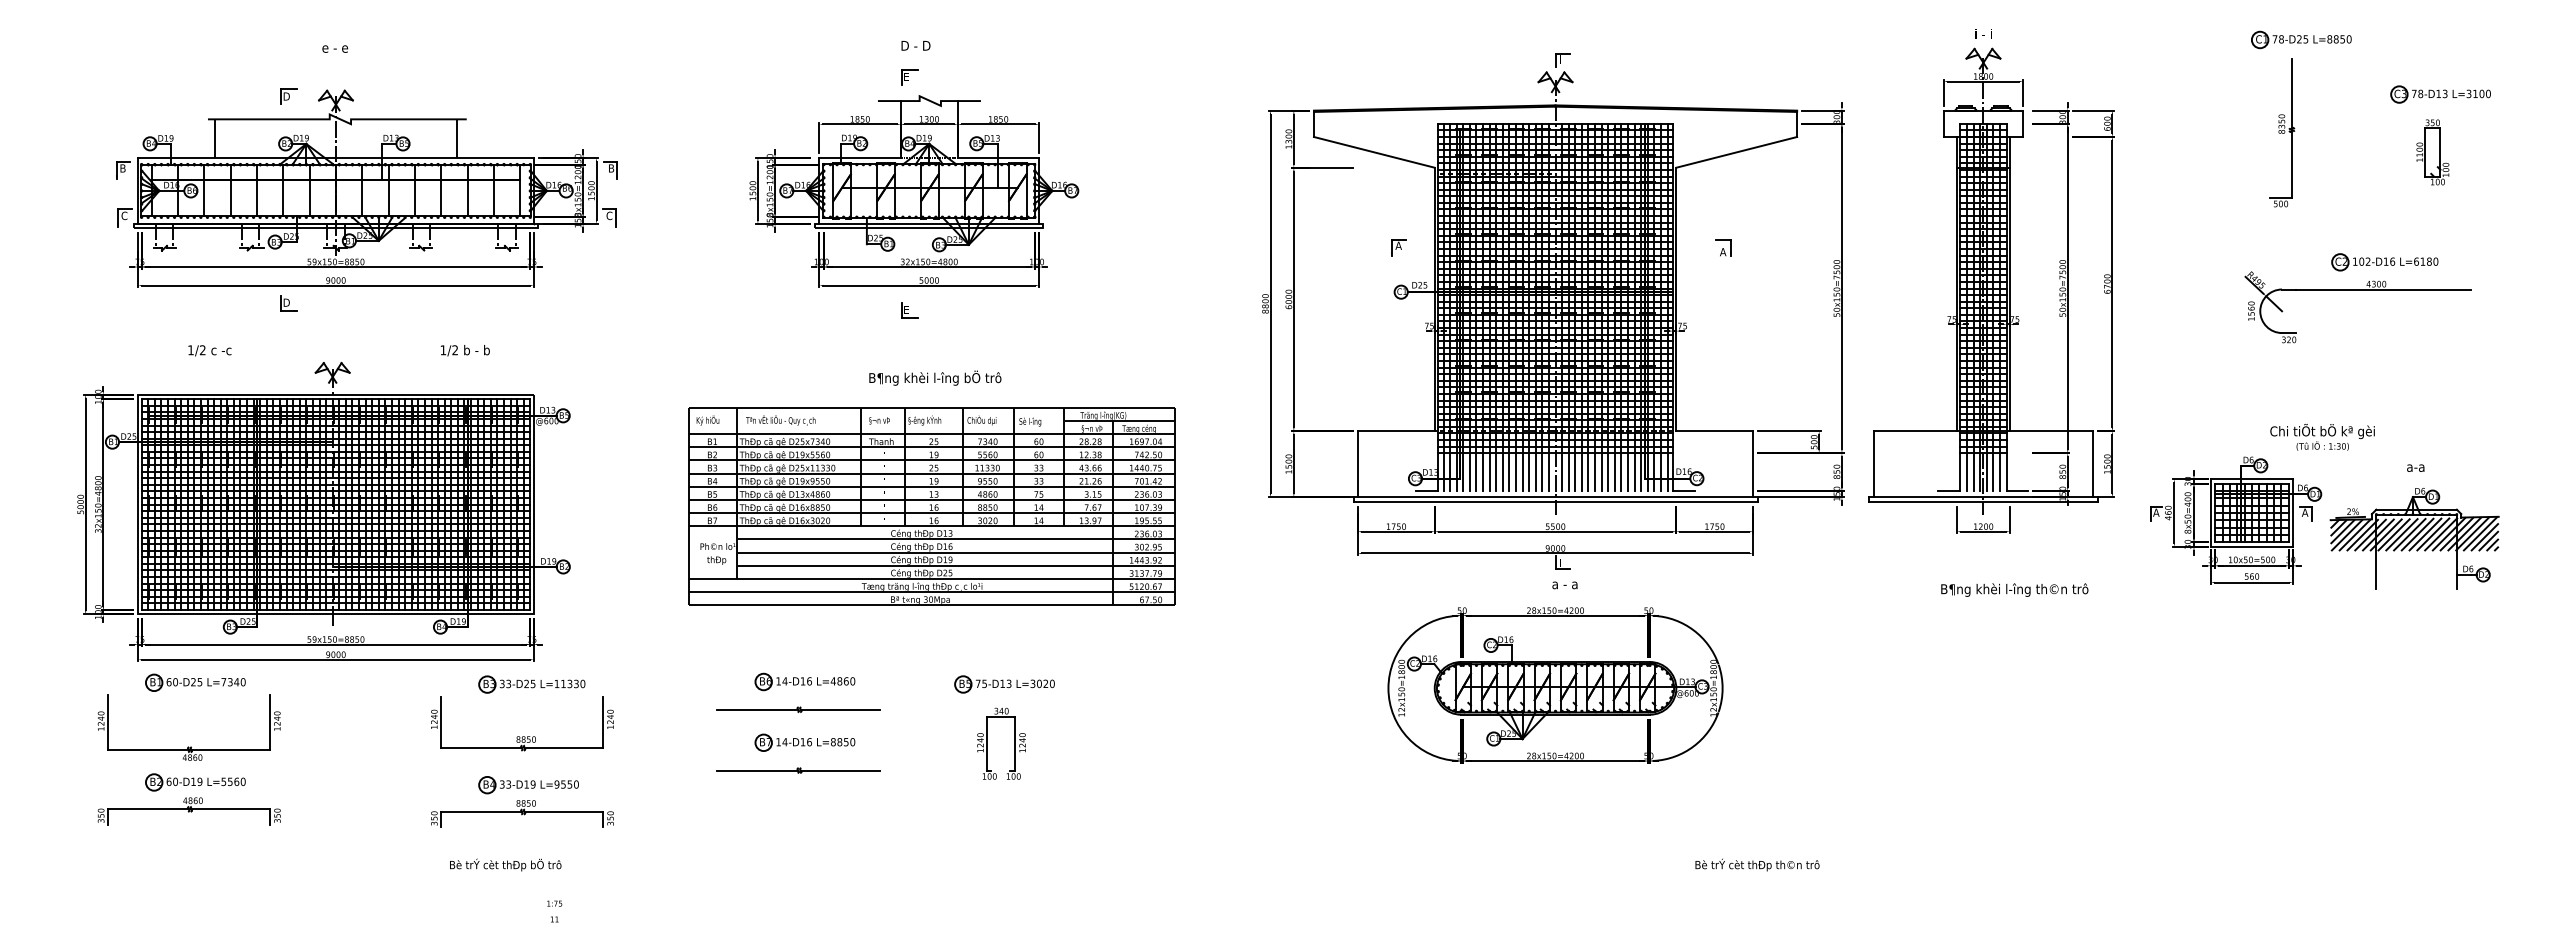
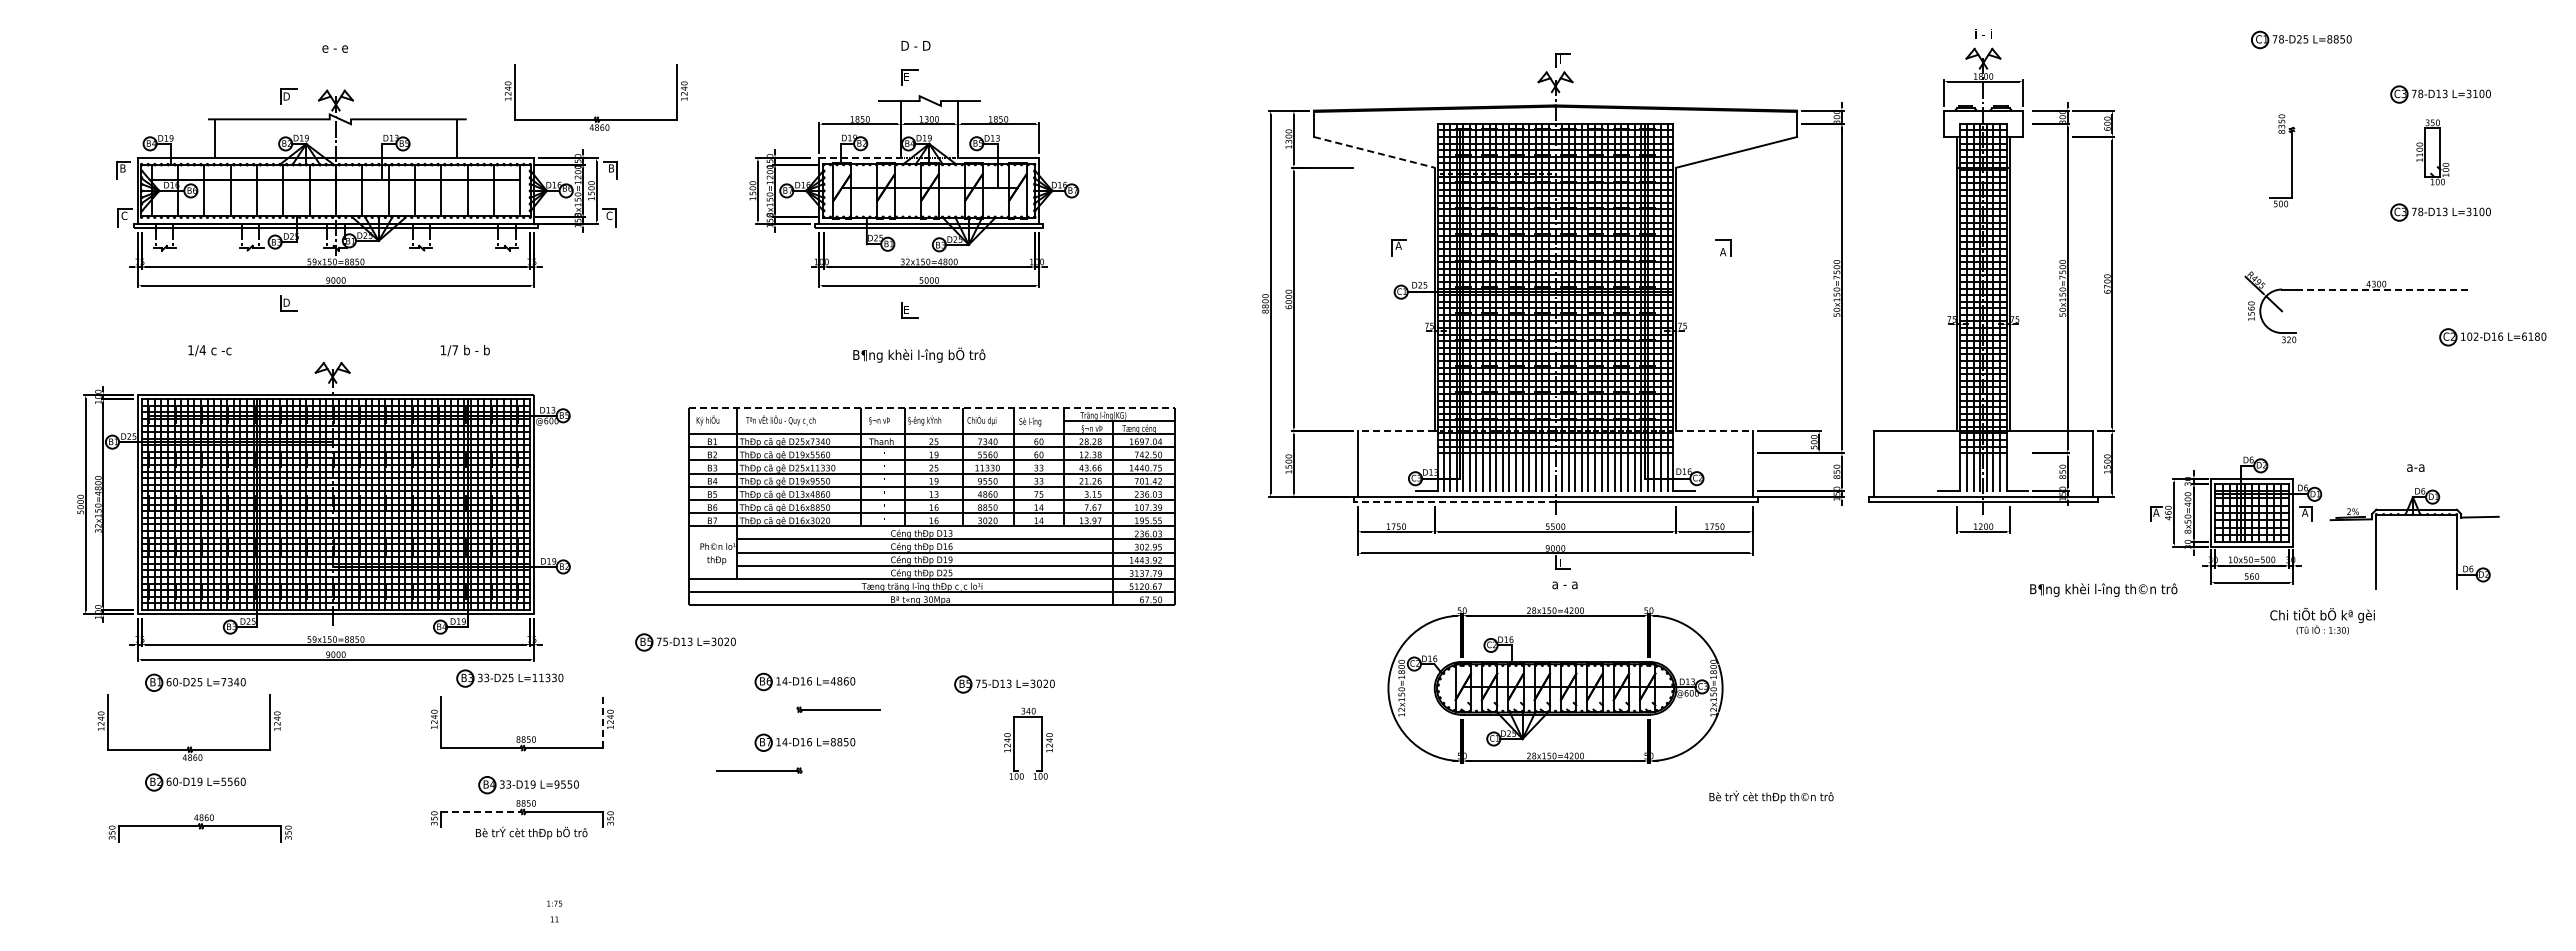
line at (2291, 93): present -> none
part at (595, 116): none -> present
line at (1374, 152): solid -> dashed
line at (860, 158): solid -> dashed
part at (2440, 212): none -> present
part at (2384, 262) position: (2384, 262) -> (2492, 337)
line at (2384, 289): solid -> dashed
text at (202, 350): 1/2 -> 1/4
text at (454, 350): 1/2 -> 1/7
text at (935, 377) position: (935, 377) -> (919, 354)
line at (931, 407): solid -> dashed
line at (1395, 431): solid -> dashed
line at (1715, 431): solid -> dashed
text at (2322, 437) position: (2322, 437) -> (2322, 621)
line at (1454, 501): solid -> dashed
hatch at (2414, 533): present -> none
text at (2014, 589) position: (2014, 589) -> (2103, 589)
part at (685, 642): none -> present
part at (531, 684) position: (531, 684) -> (509, 678)
line at (757, 709): present -> none
line at (603, 723): solid -> dashed
part at (1014, 743) position: (1014, 743) -> (1041, 743)
line at (839, 770): present -> none
part at (188, 811) position: (188, 811) -> (199, 828)
line at (481, 811): solid -> dashed
text at (505, 864) position: (505, 864) -> (531, 832)
text at (1757, 864) position: (1757, 864) -> (1771, 796)
